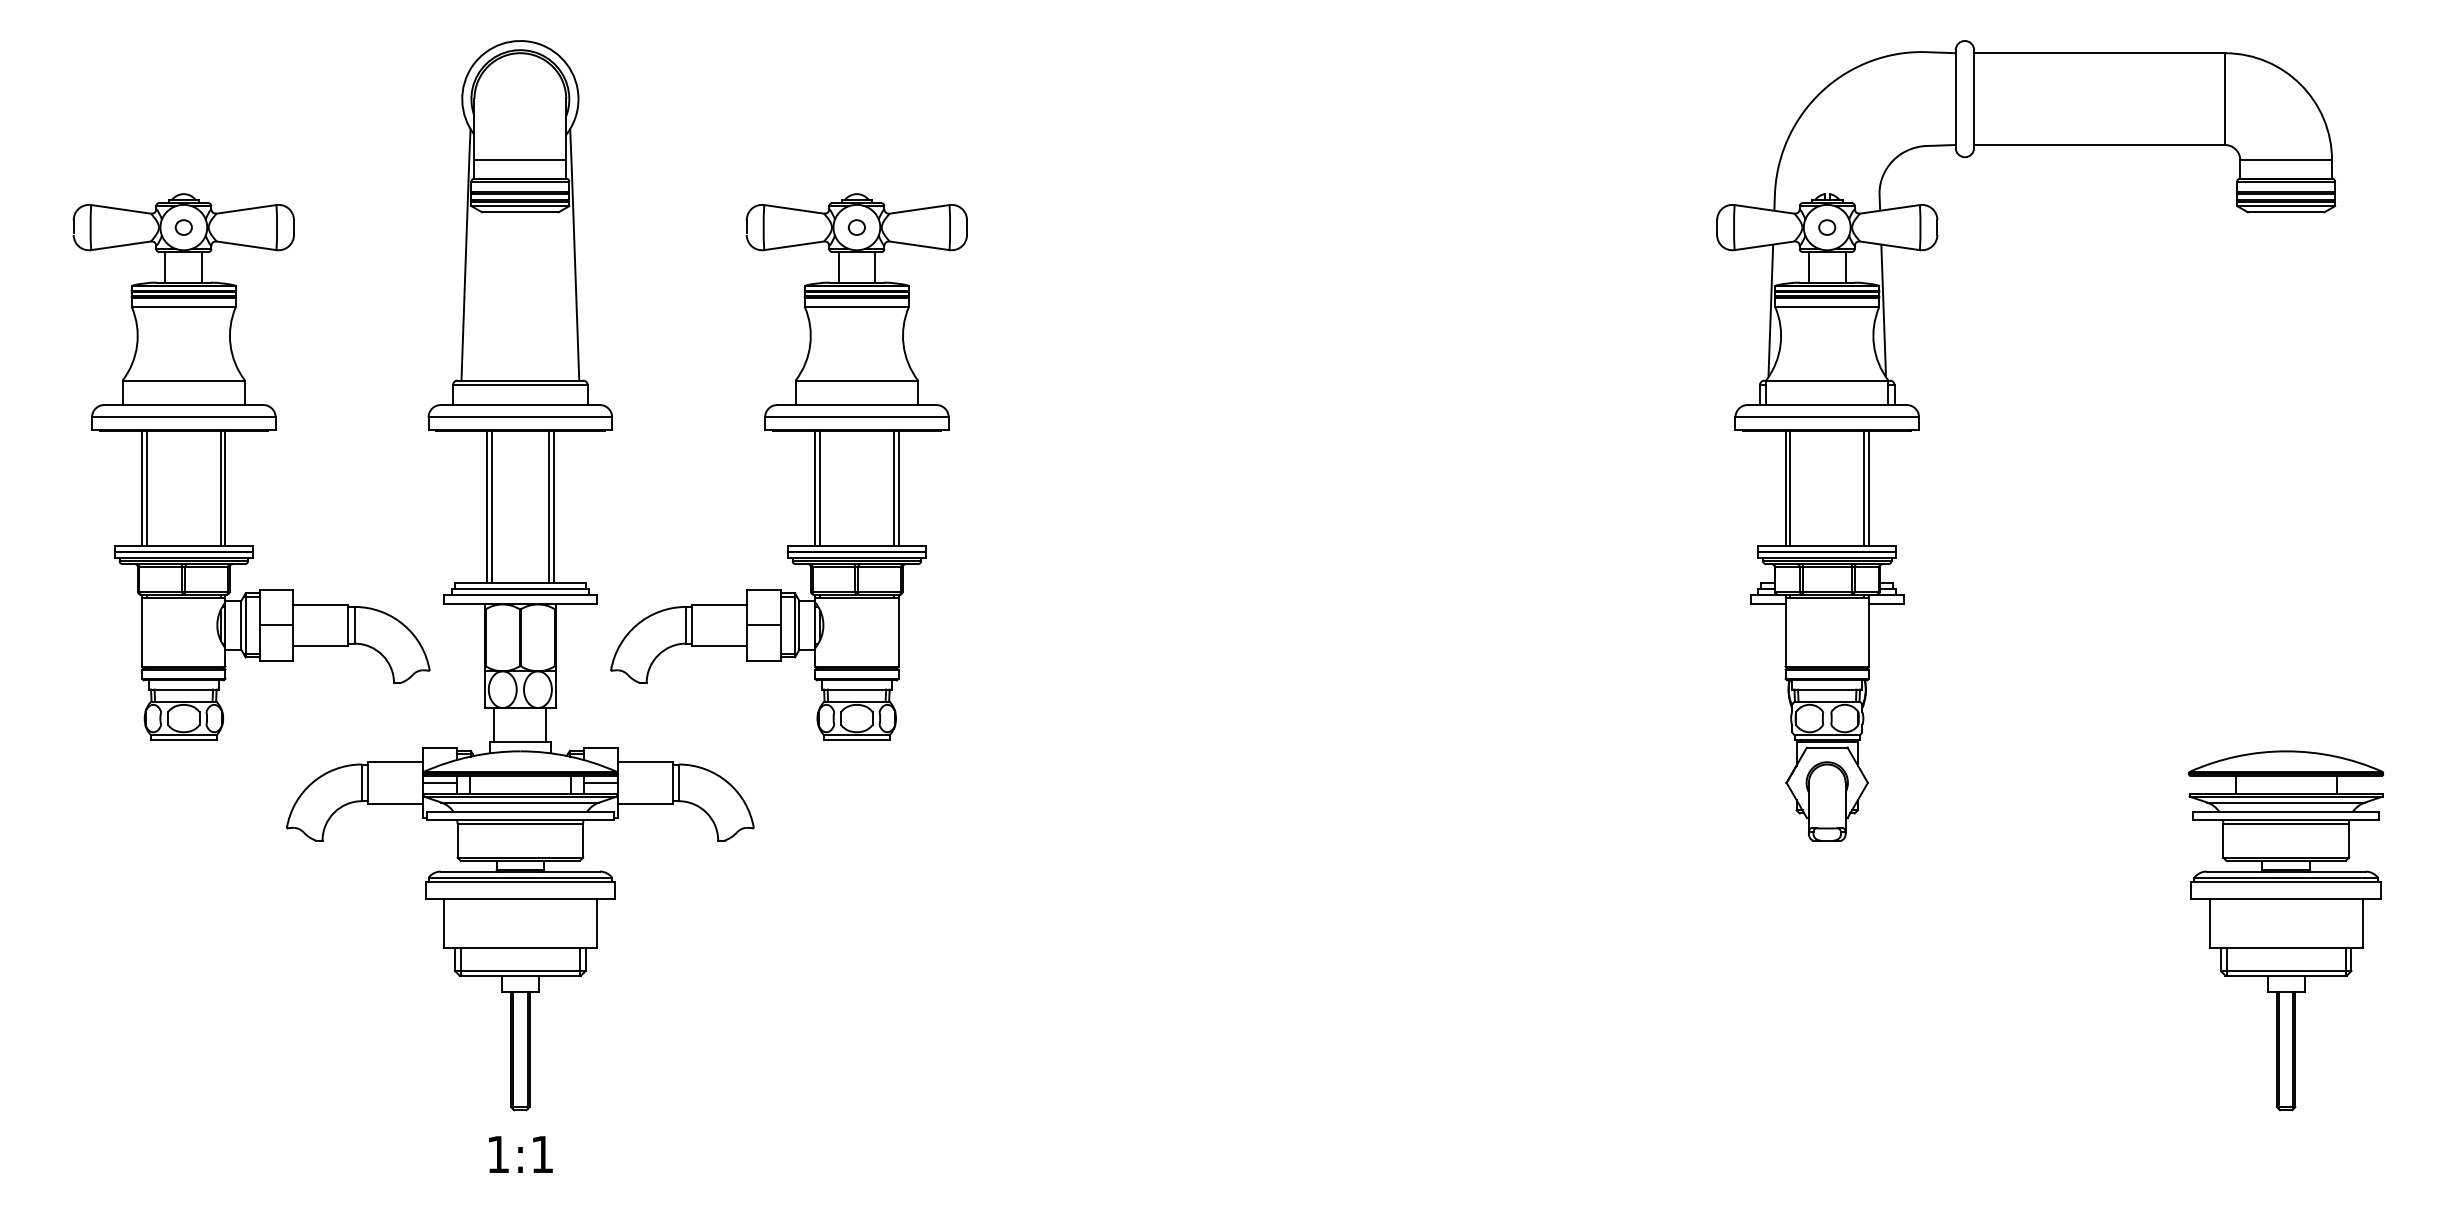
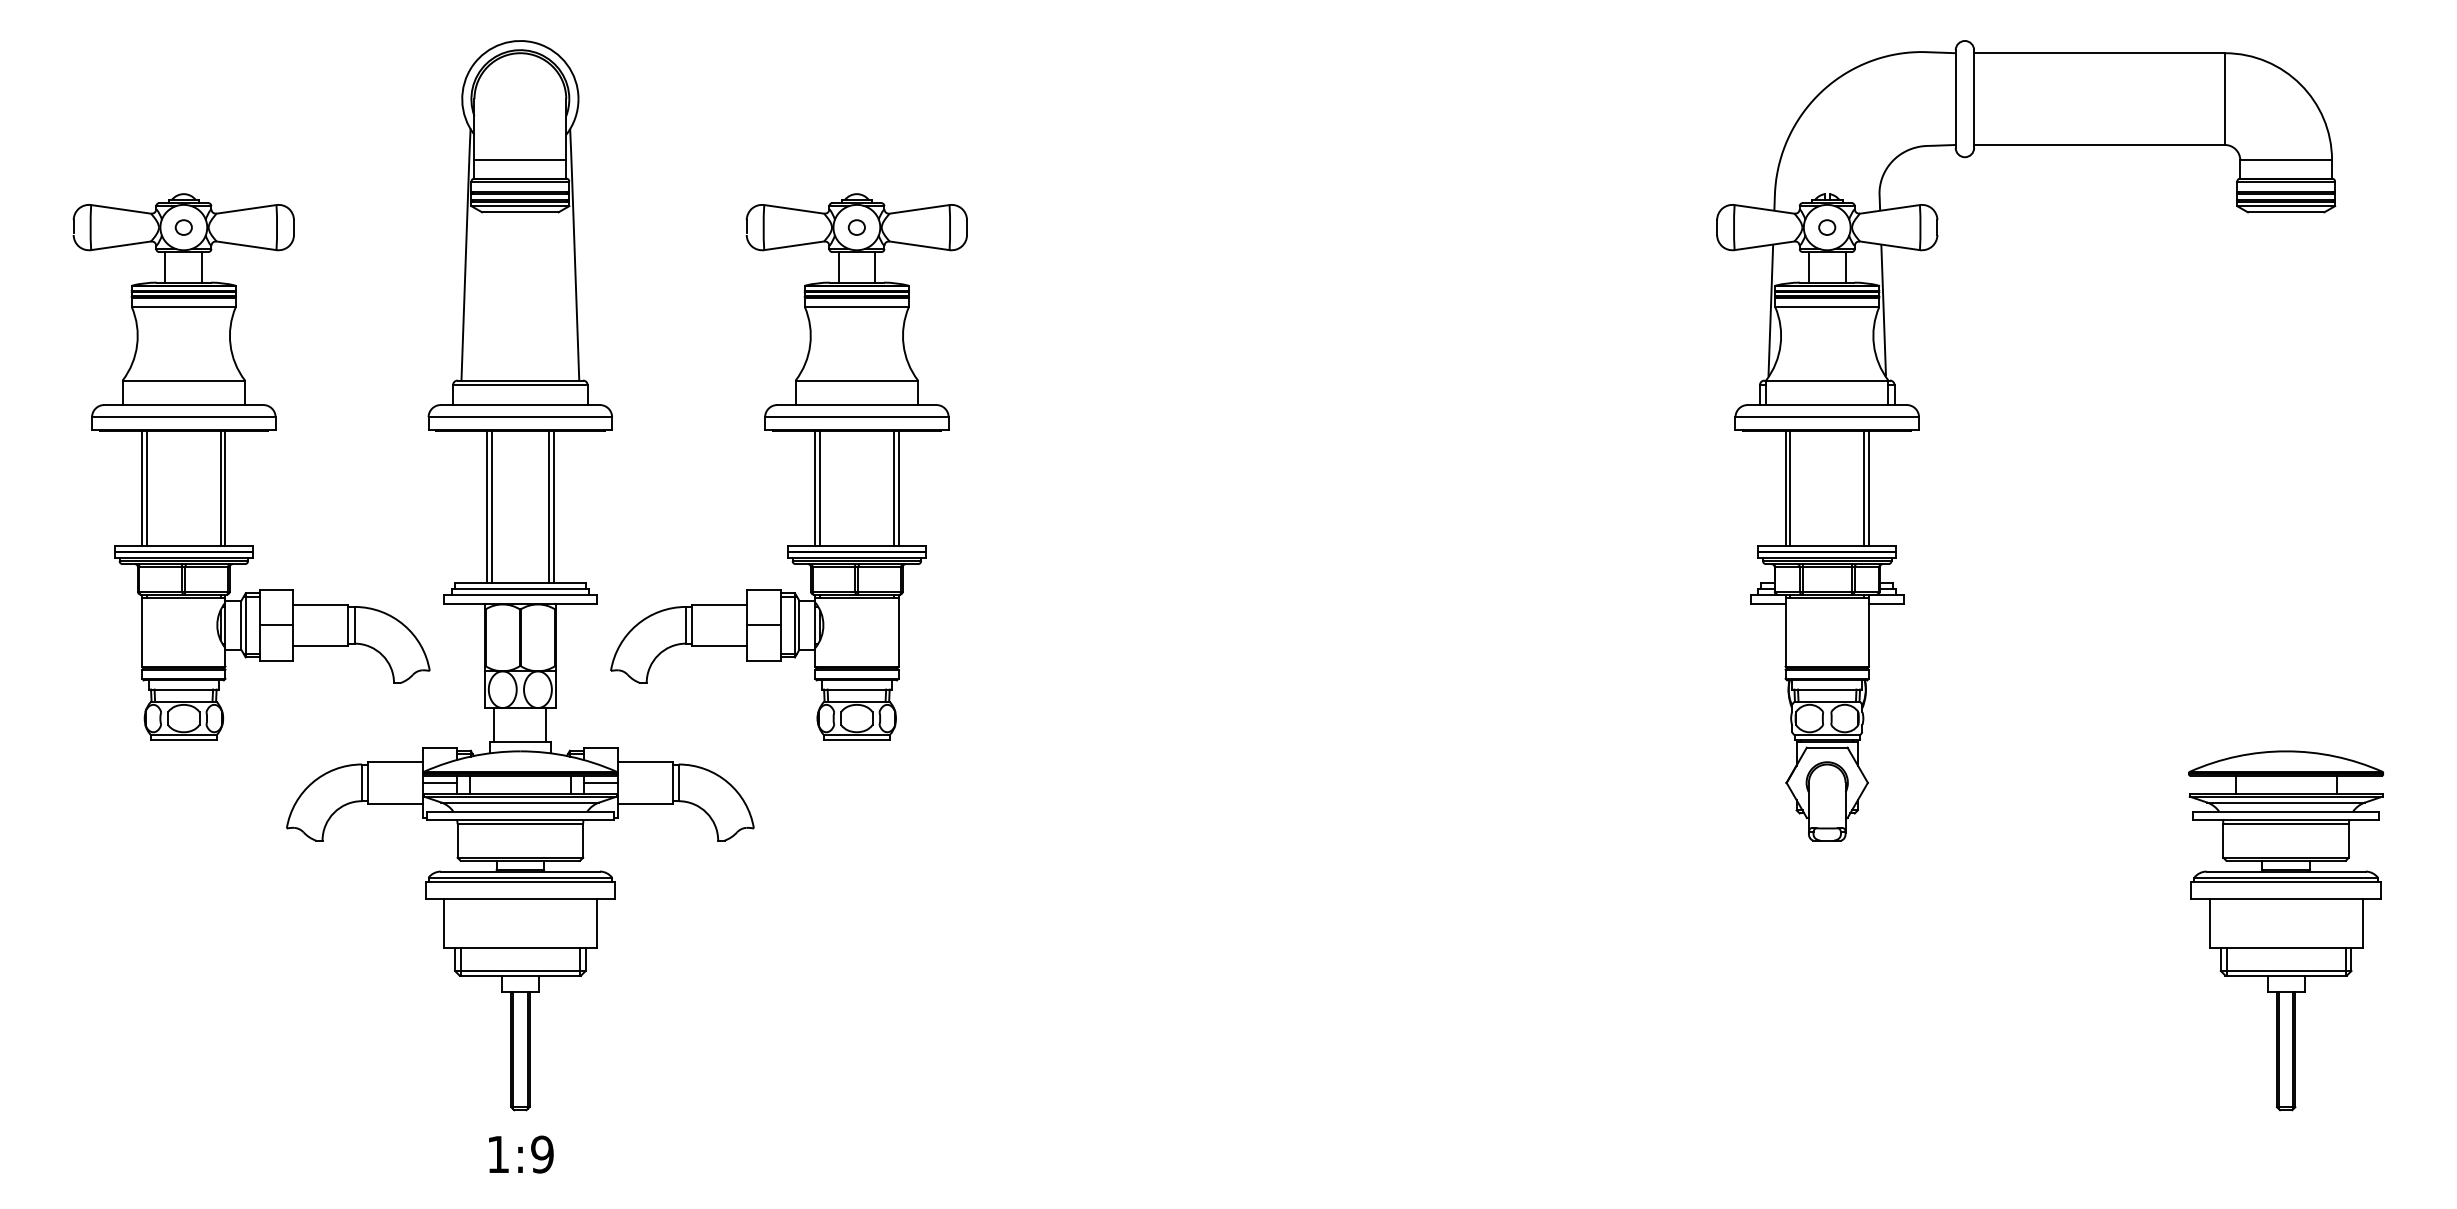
text at (542, 1154): 1:1 -> 1:9
